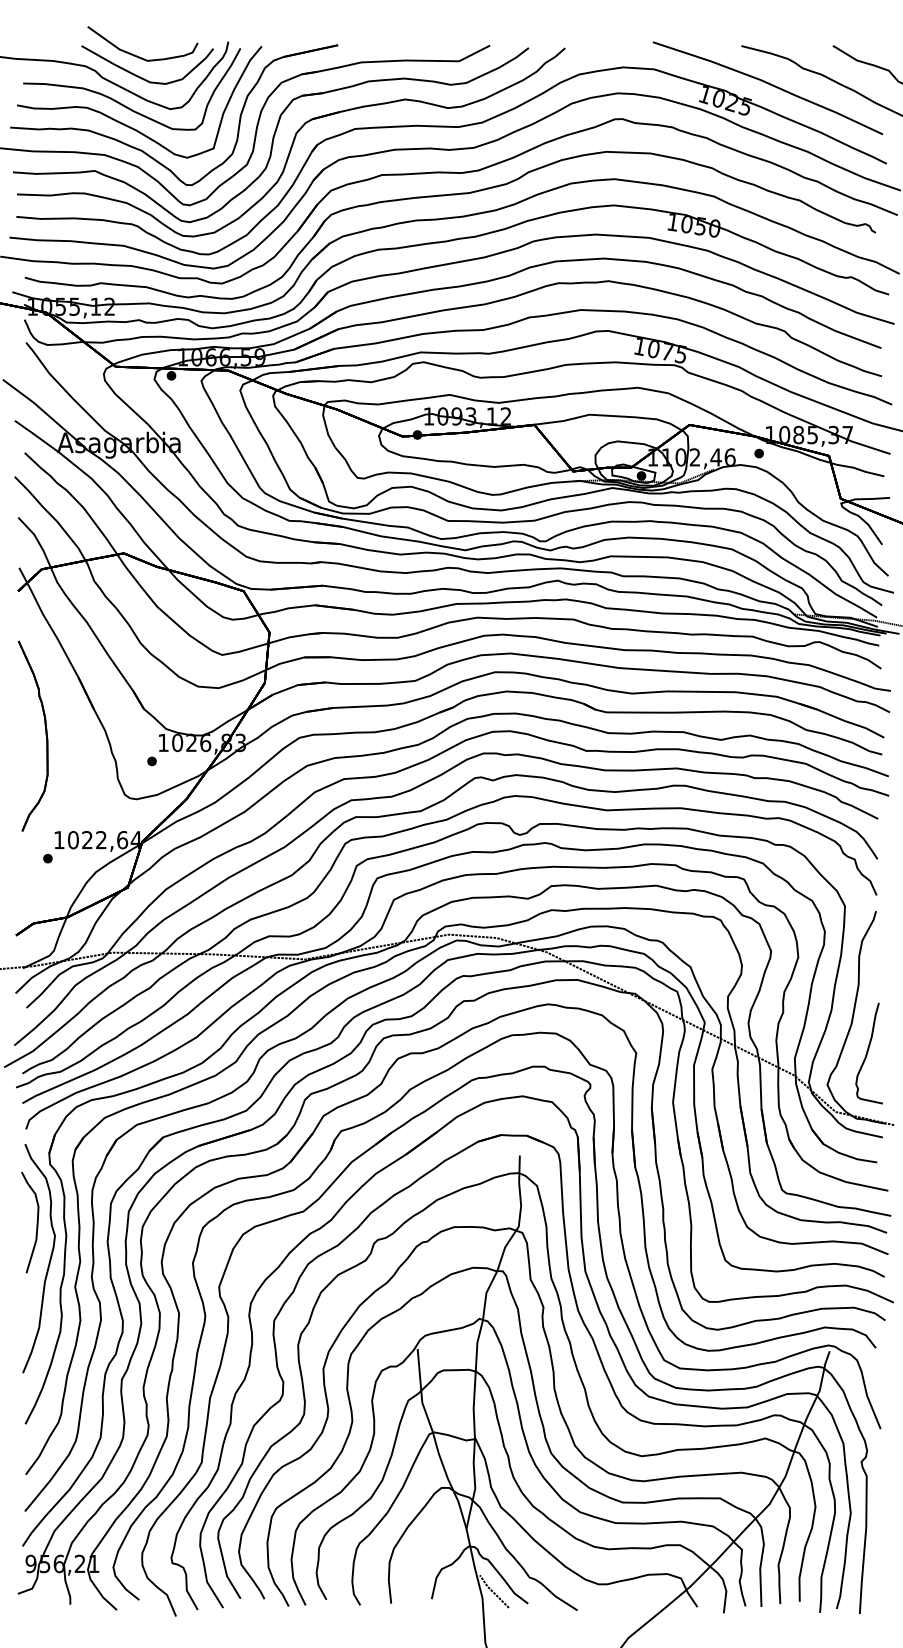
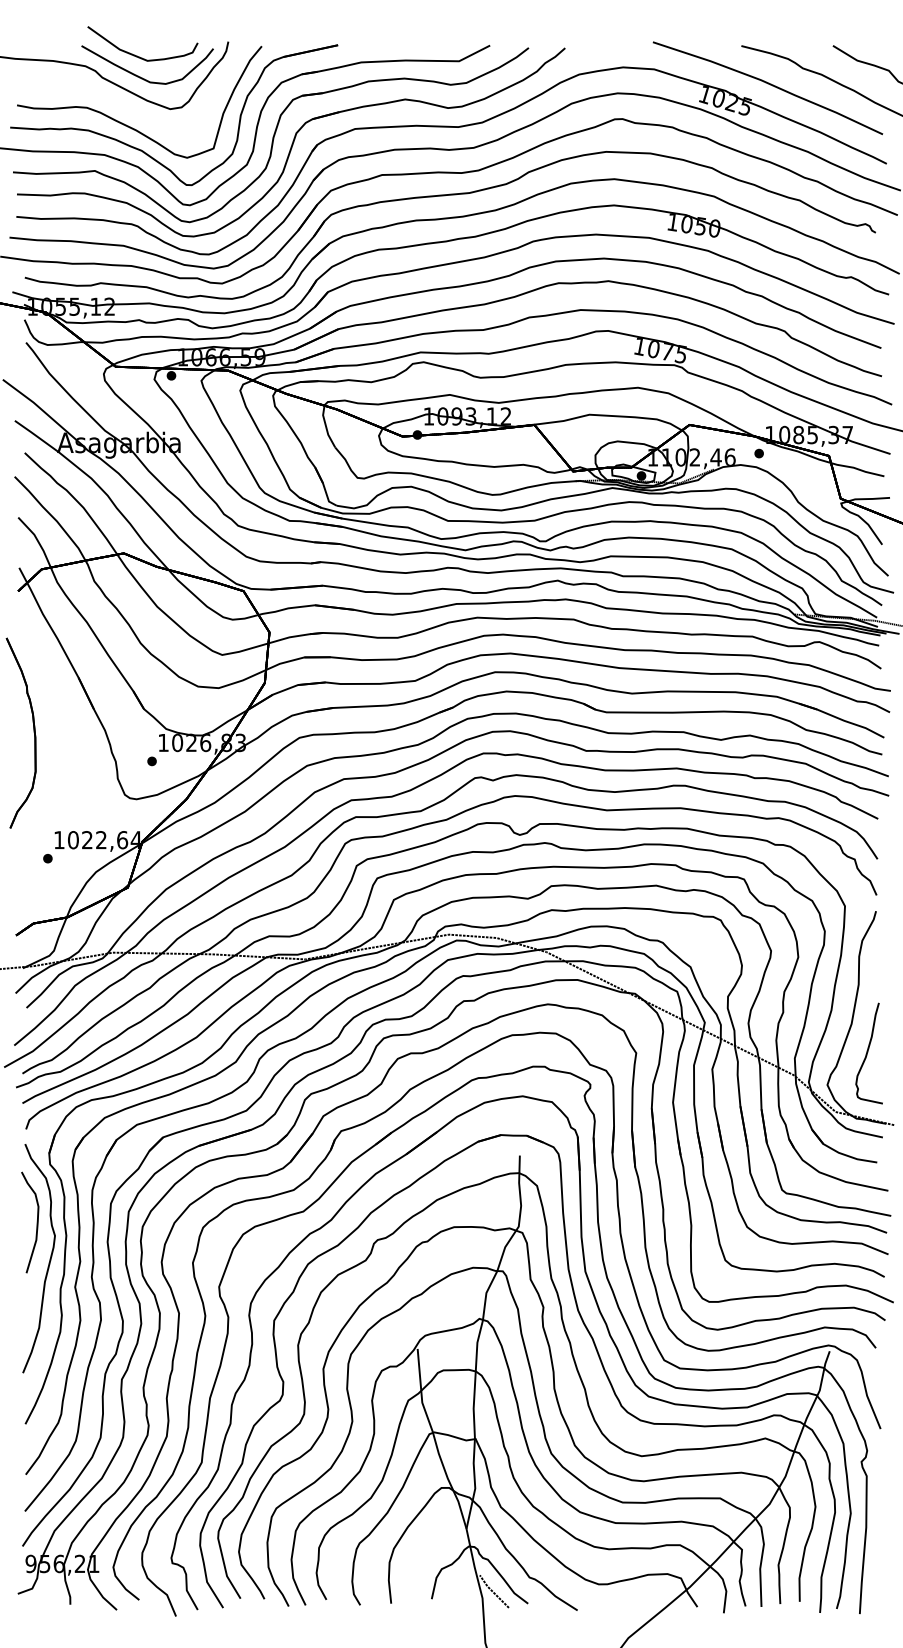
part at (122, 103): present -> none
part at (45, 735) position: (45, 735) -> (33, 732)
